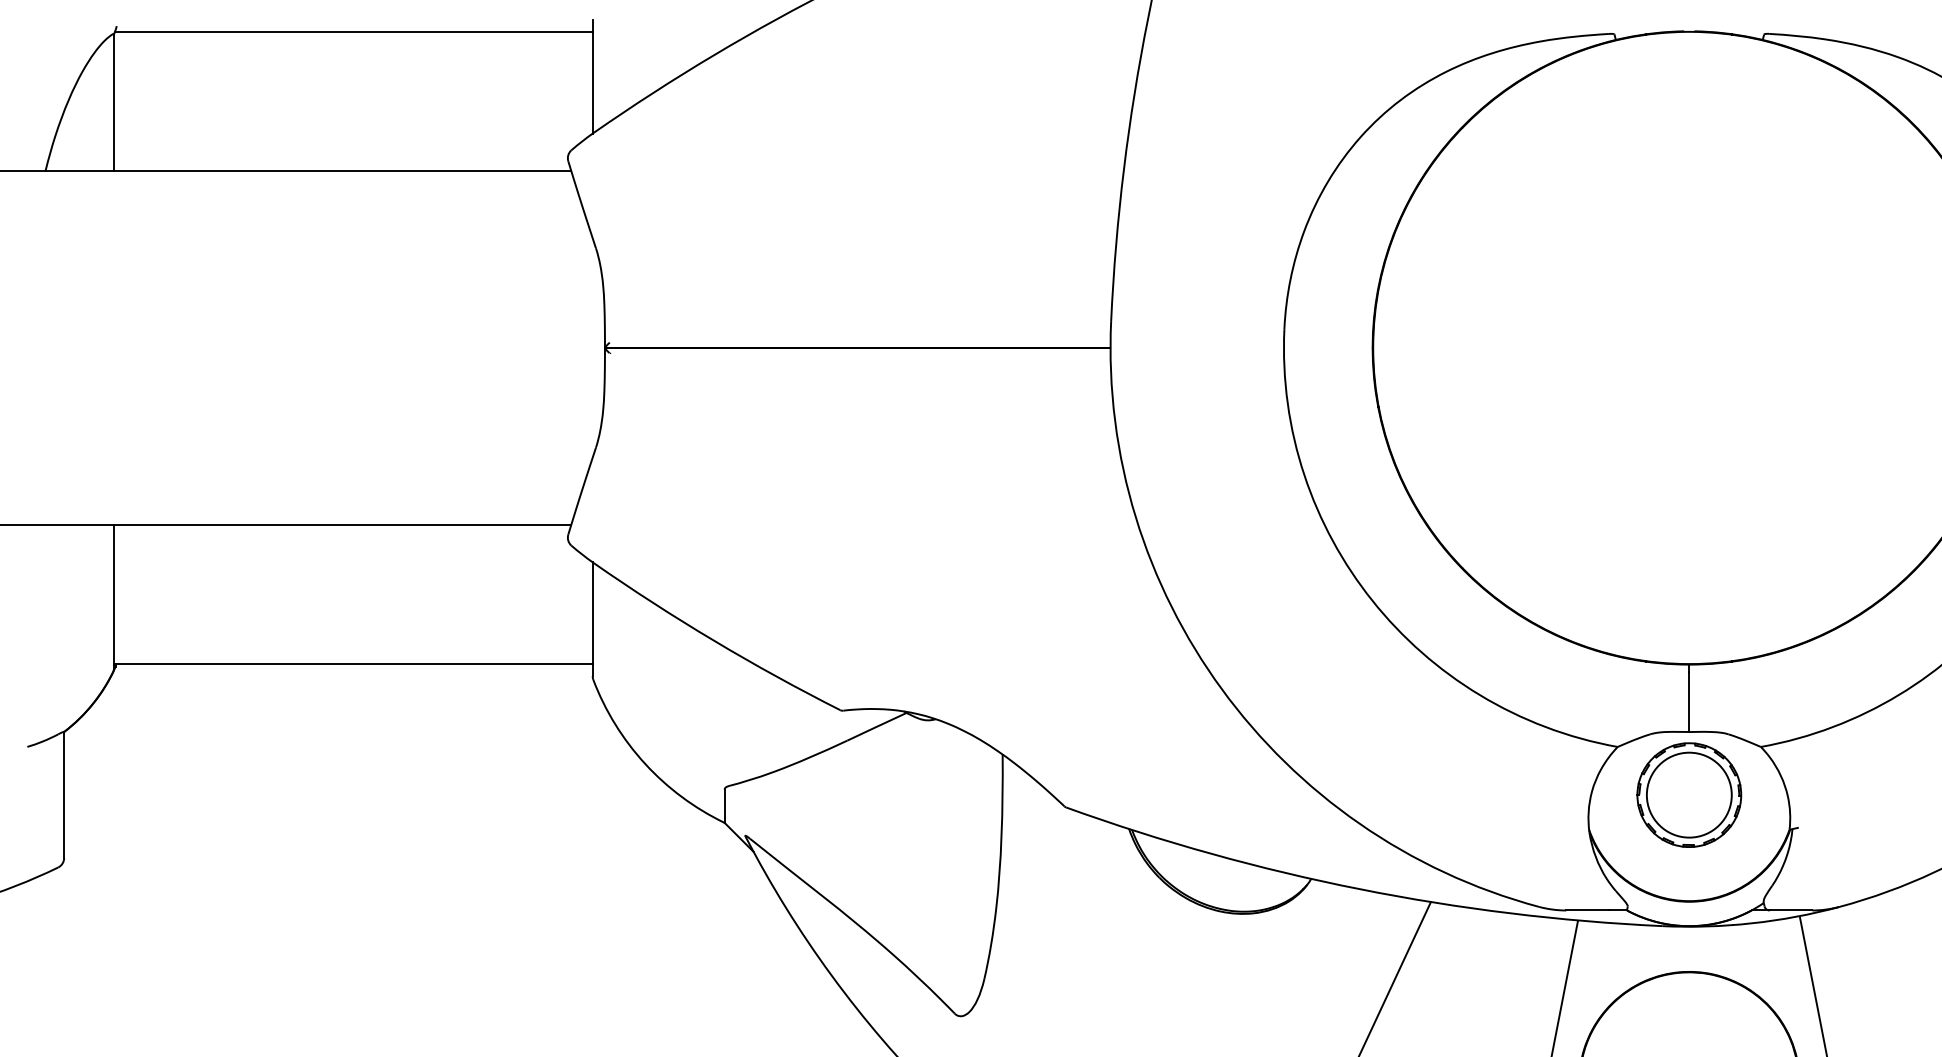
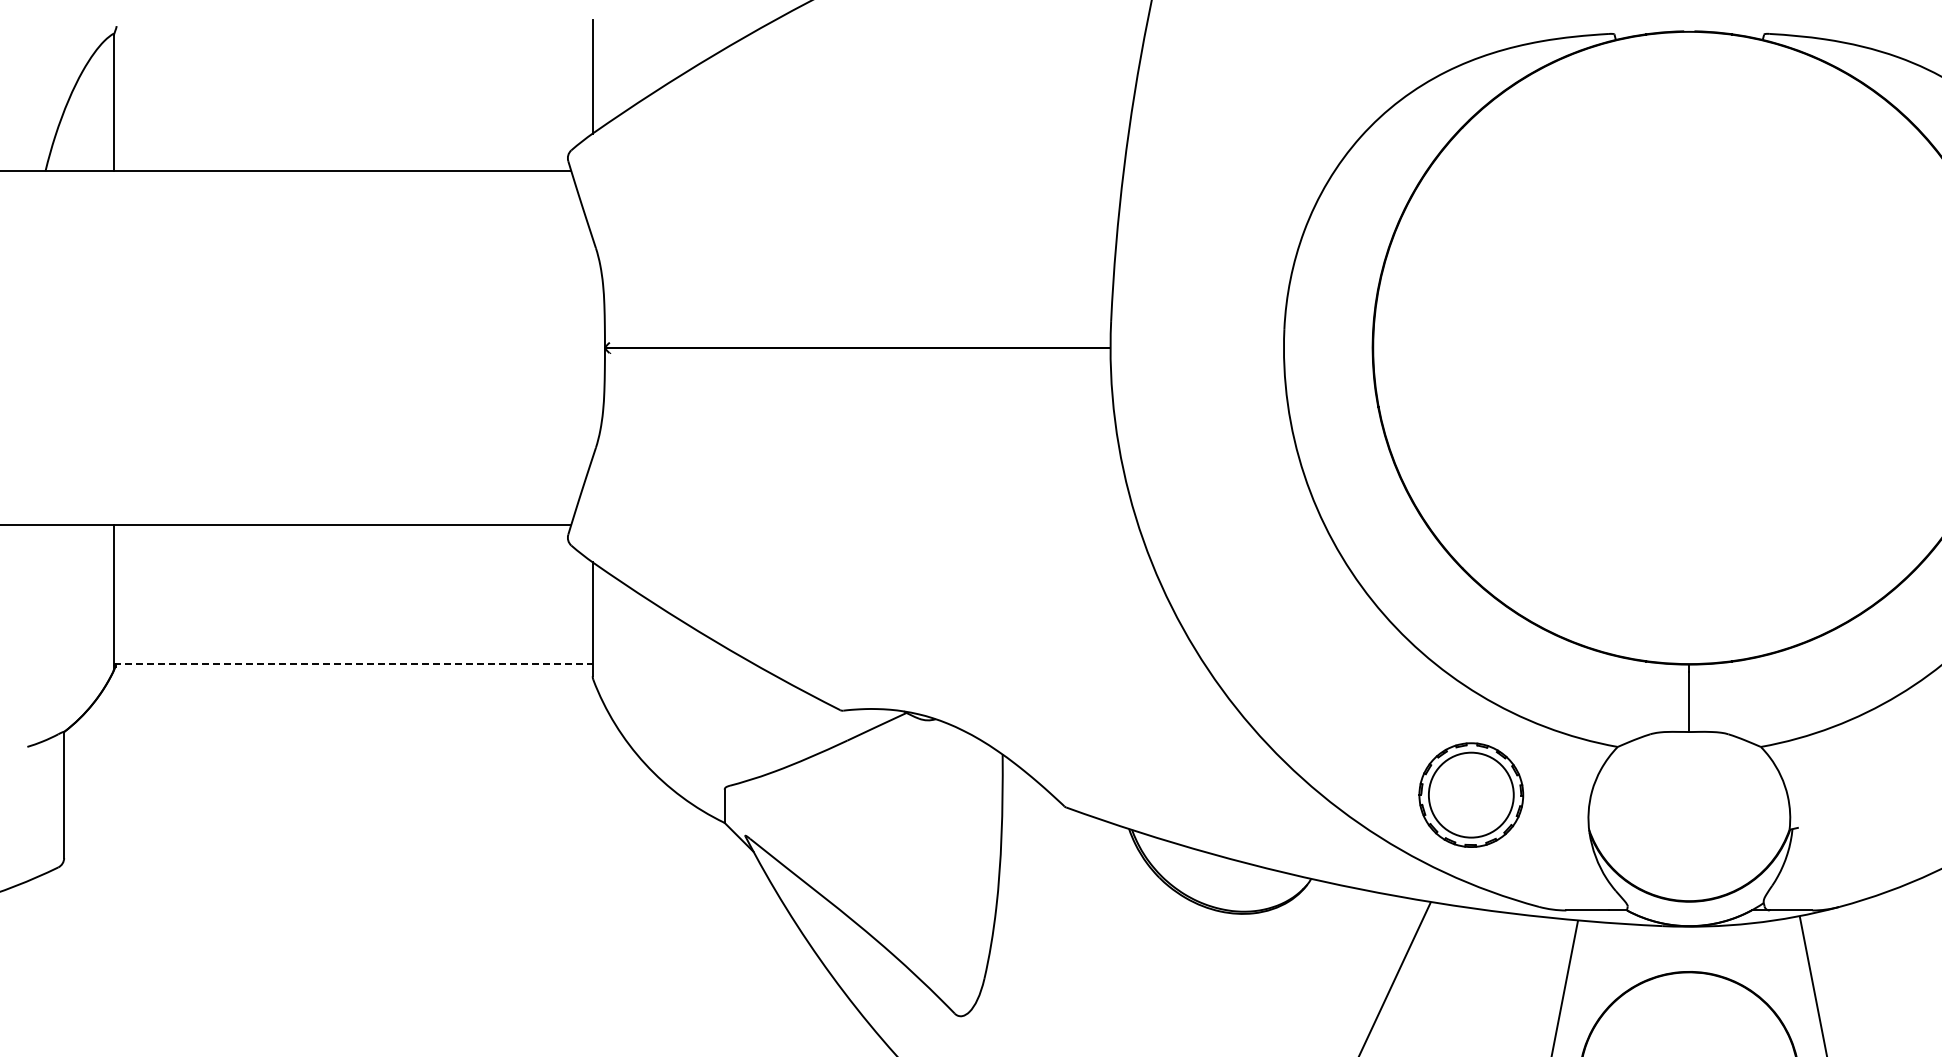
line at (353, 31): present -> none
line at (353, 664): solid -> dashed
part at (1689, 794) position: (1689, 794) -> (1471, 794)
